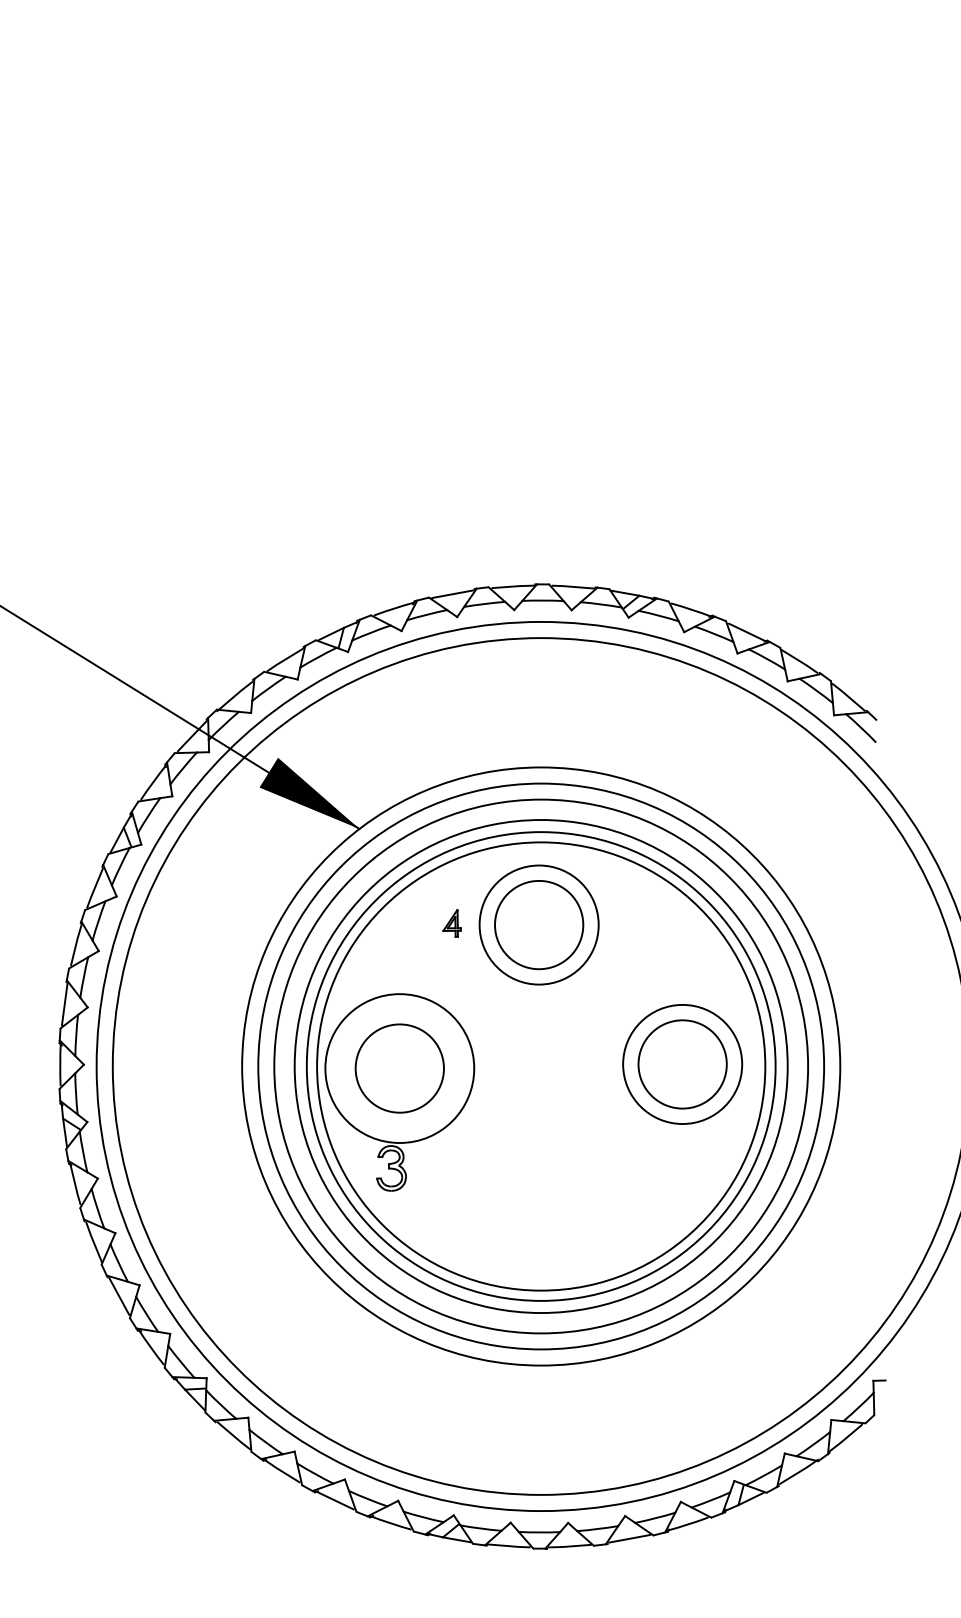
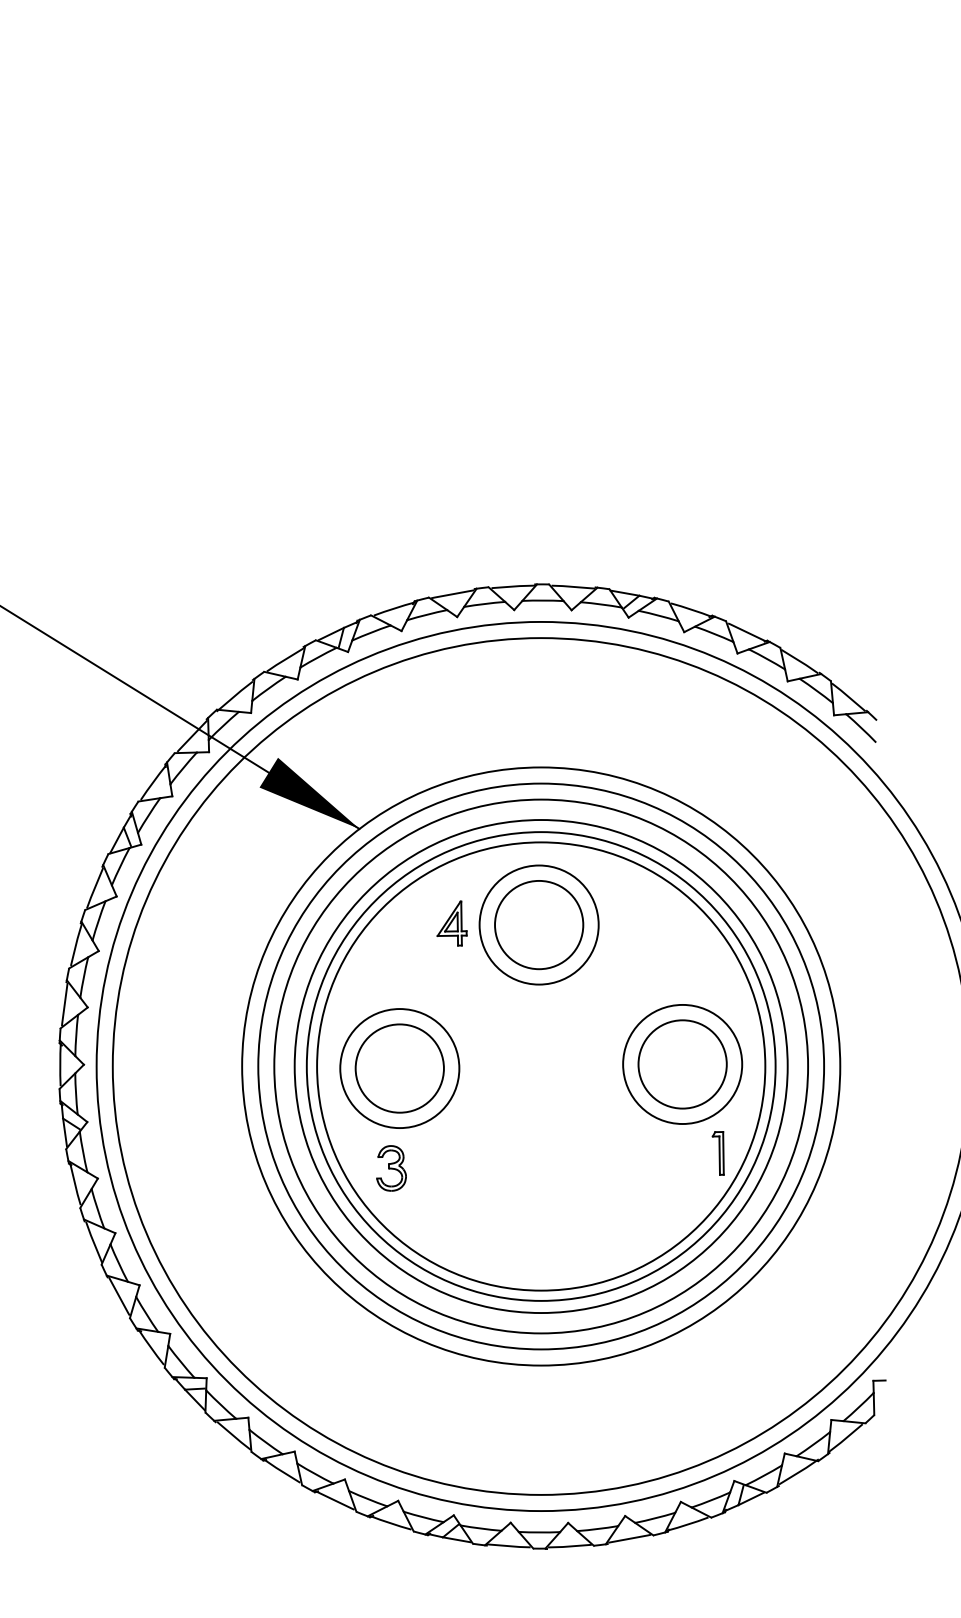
part at (451, 923) size: 20x29 px -> 32x47 px
circle at (399, 1068) diameter: 149 px -> 119 px
part at (717, 1153): none -> present
